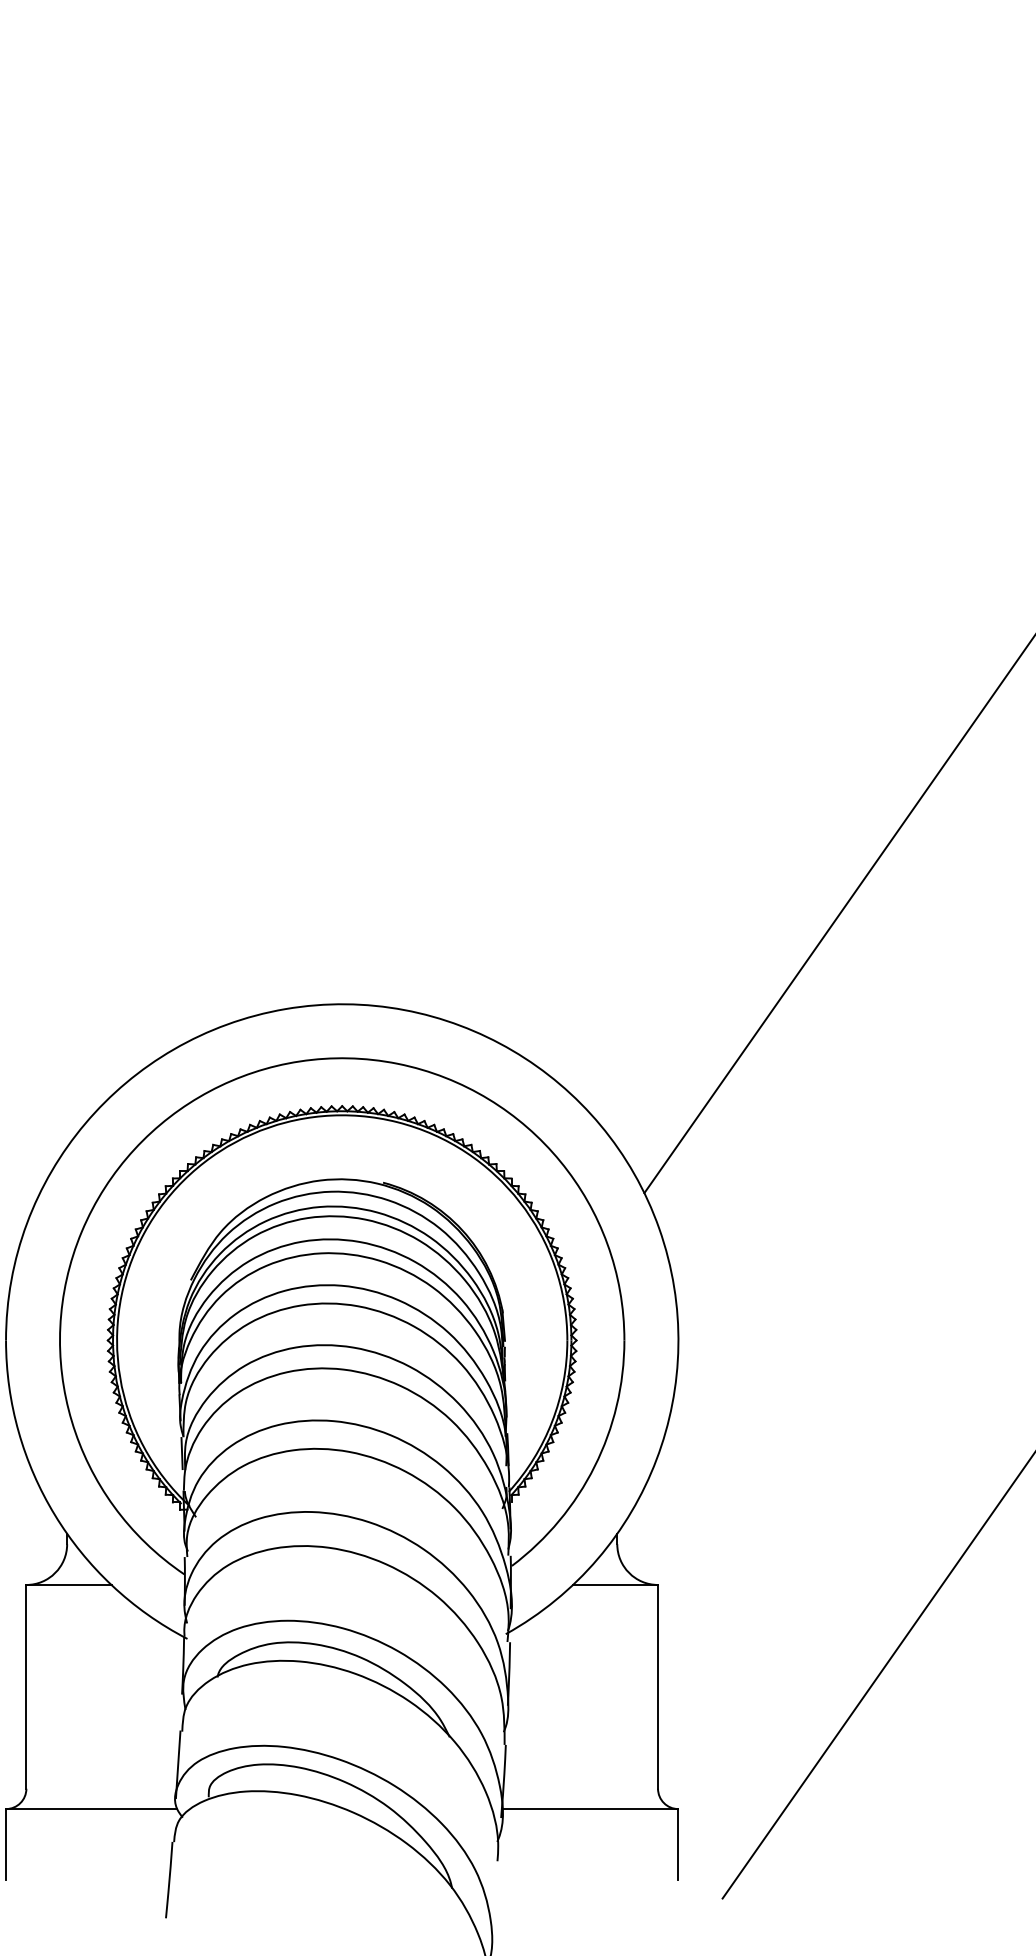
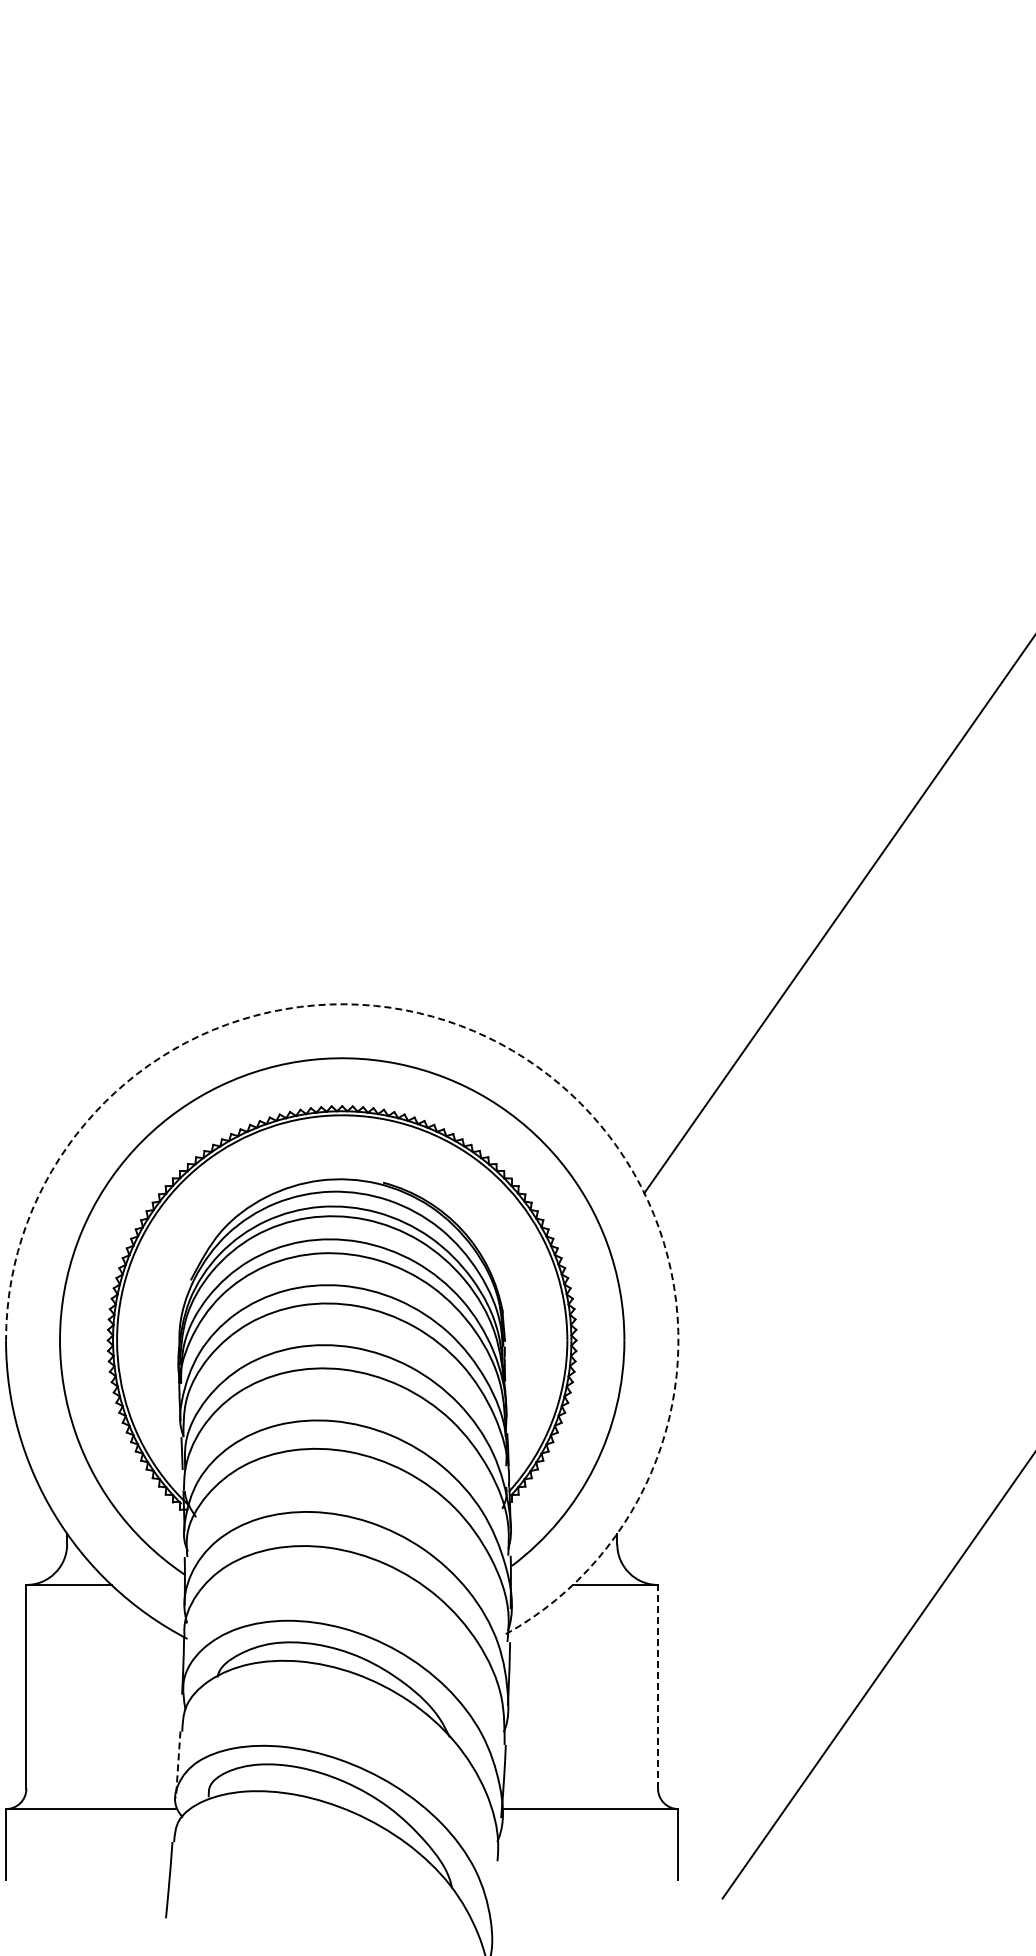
arc at (512, 1050): solid -> dashed
line at (658, 1686): solid -> dashed
line at (178, 1765): solid -> dashed
